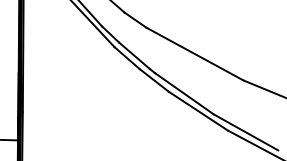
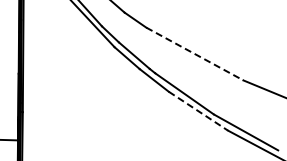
line at (195, 54): solid -> dashed
line at (198, 111): solid -> dashed
